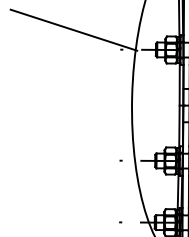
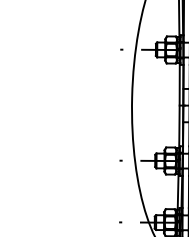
line at (73, 29): present -> none
